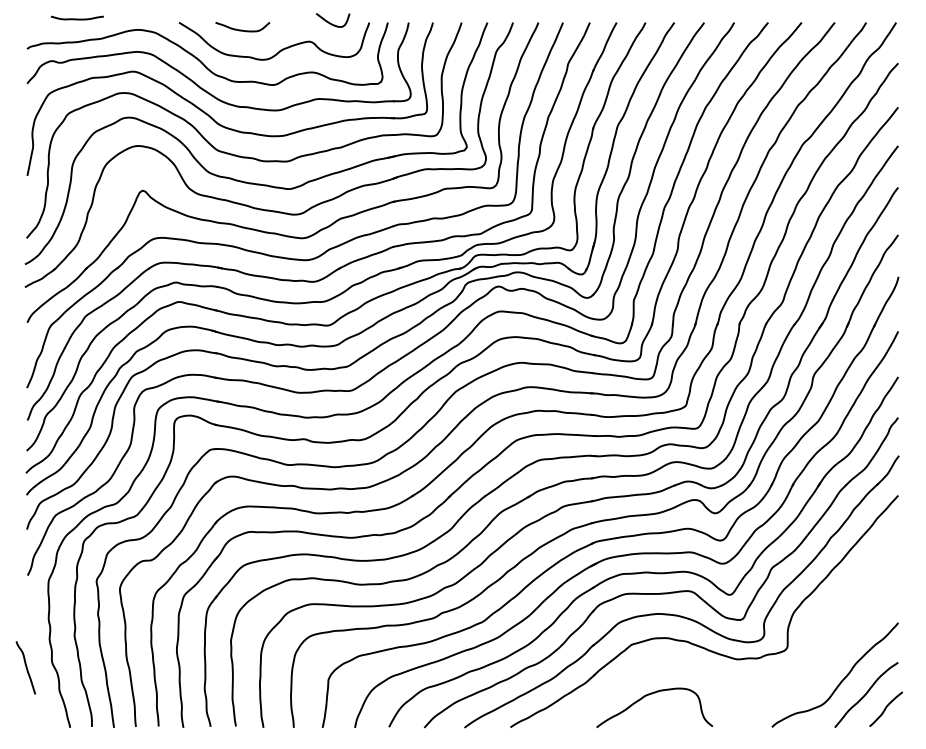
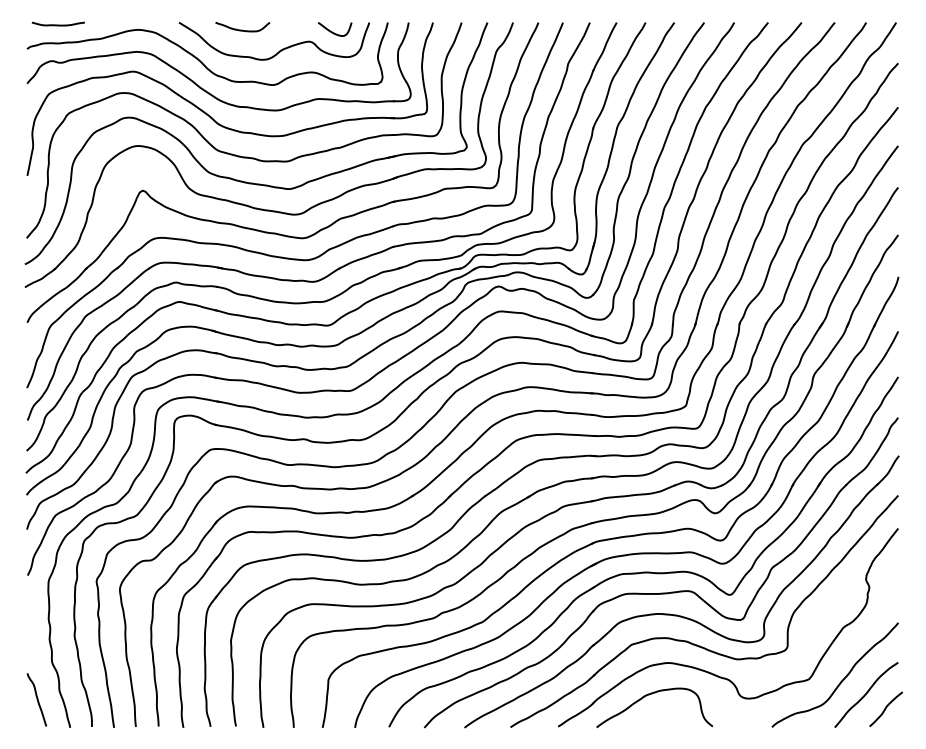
curve at (76, 18) position: (76, 18) -> (57, 24)
curve at (330, 22) position: (330, 22) -> (332, 31)
curve at (25, 667) position: (25, 667) -> (36, 699)
part at (711, 672): none -> present
